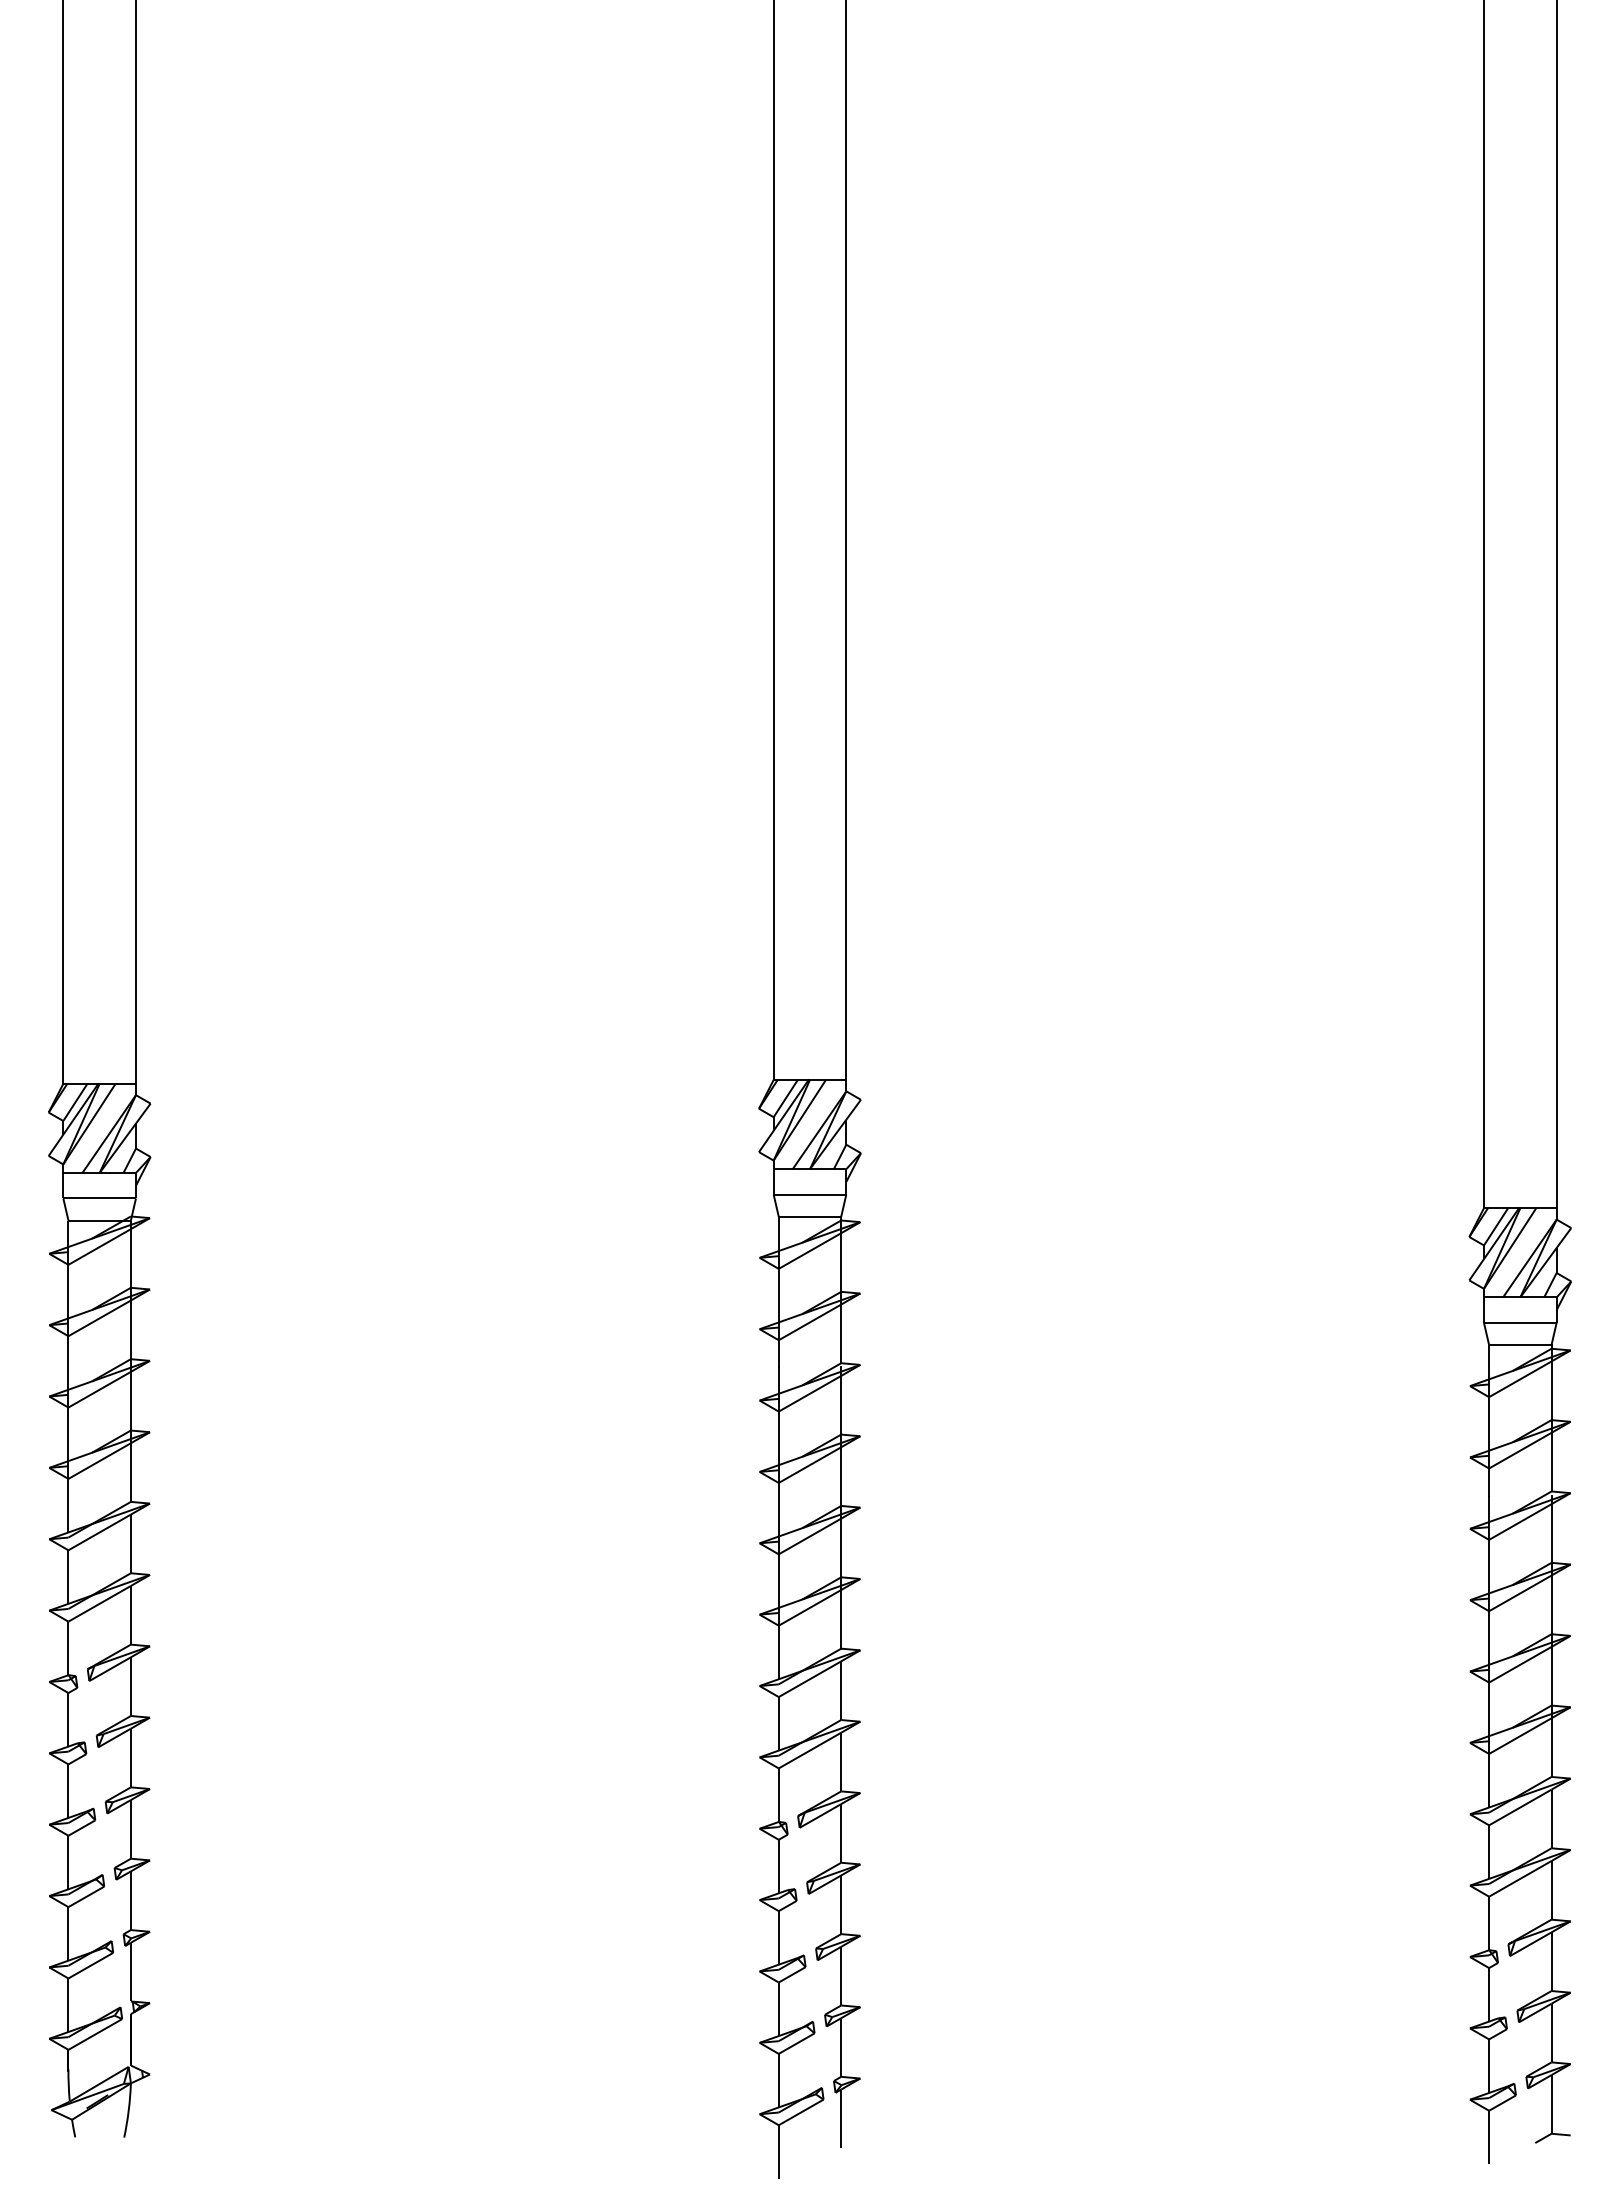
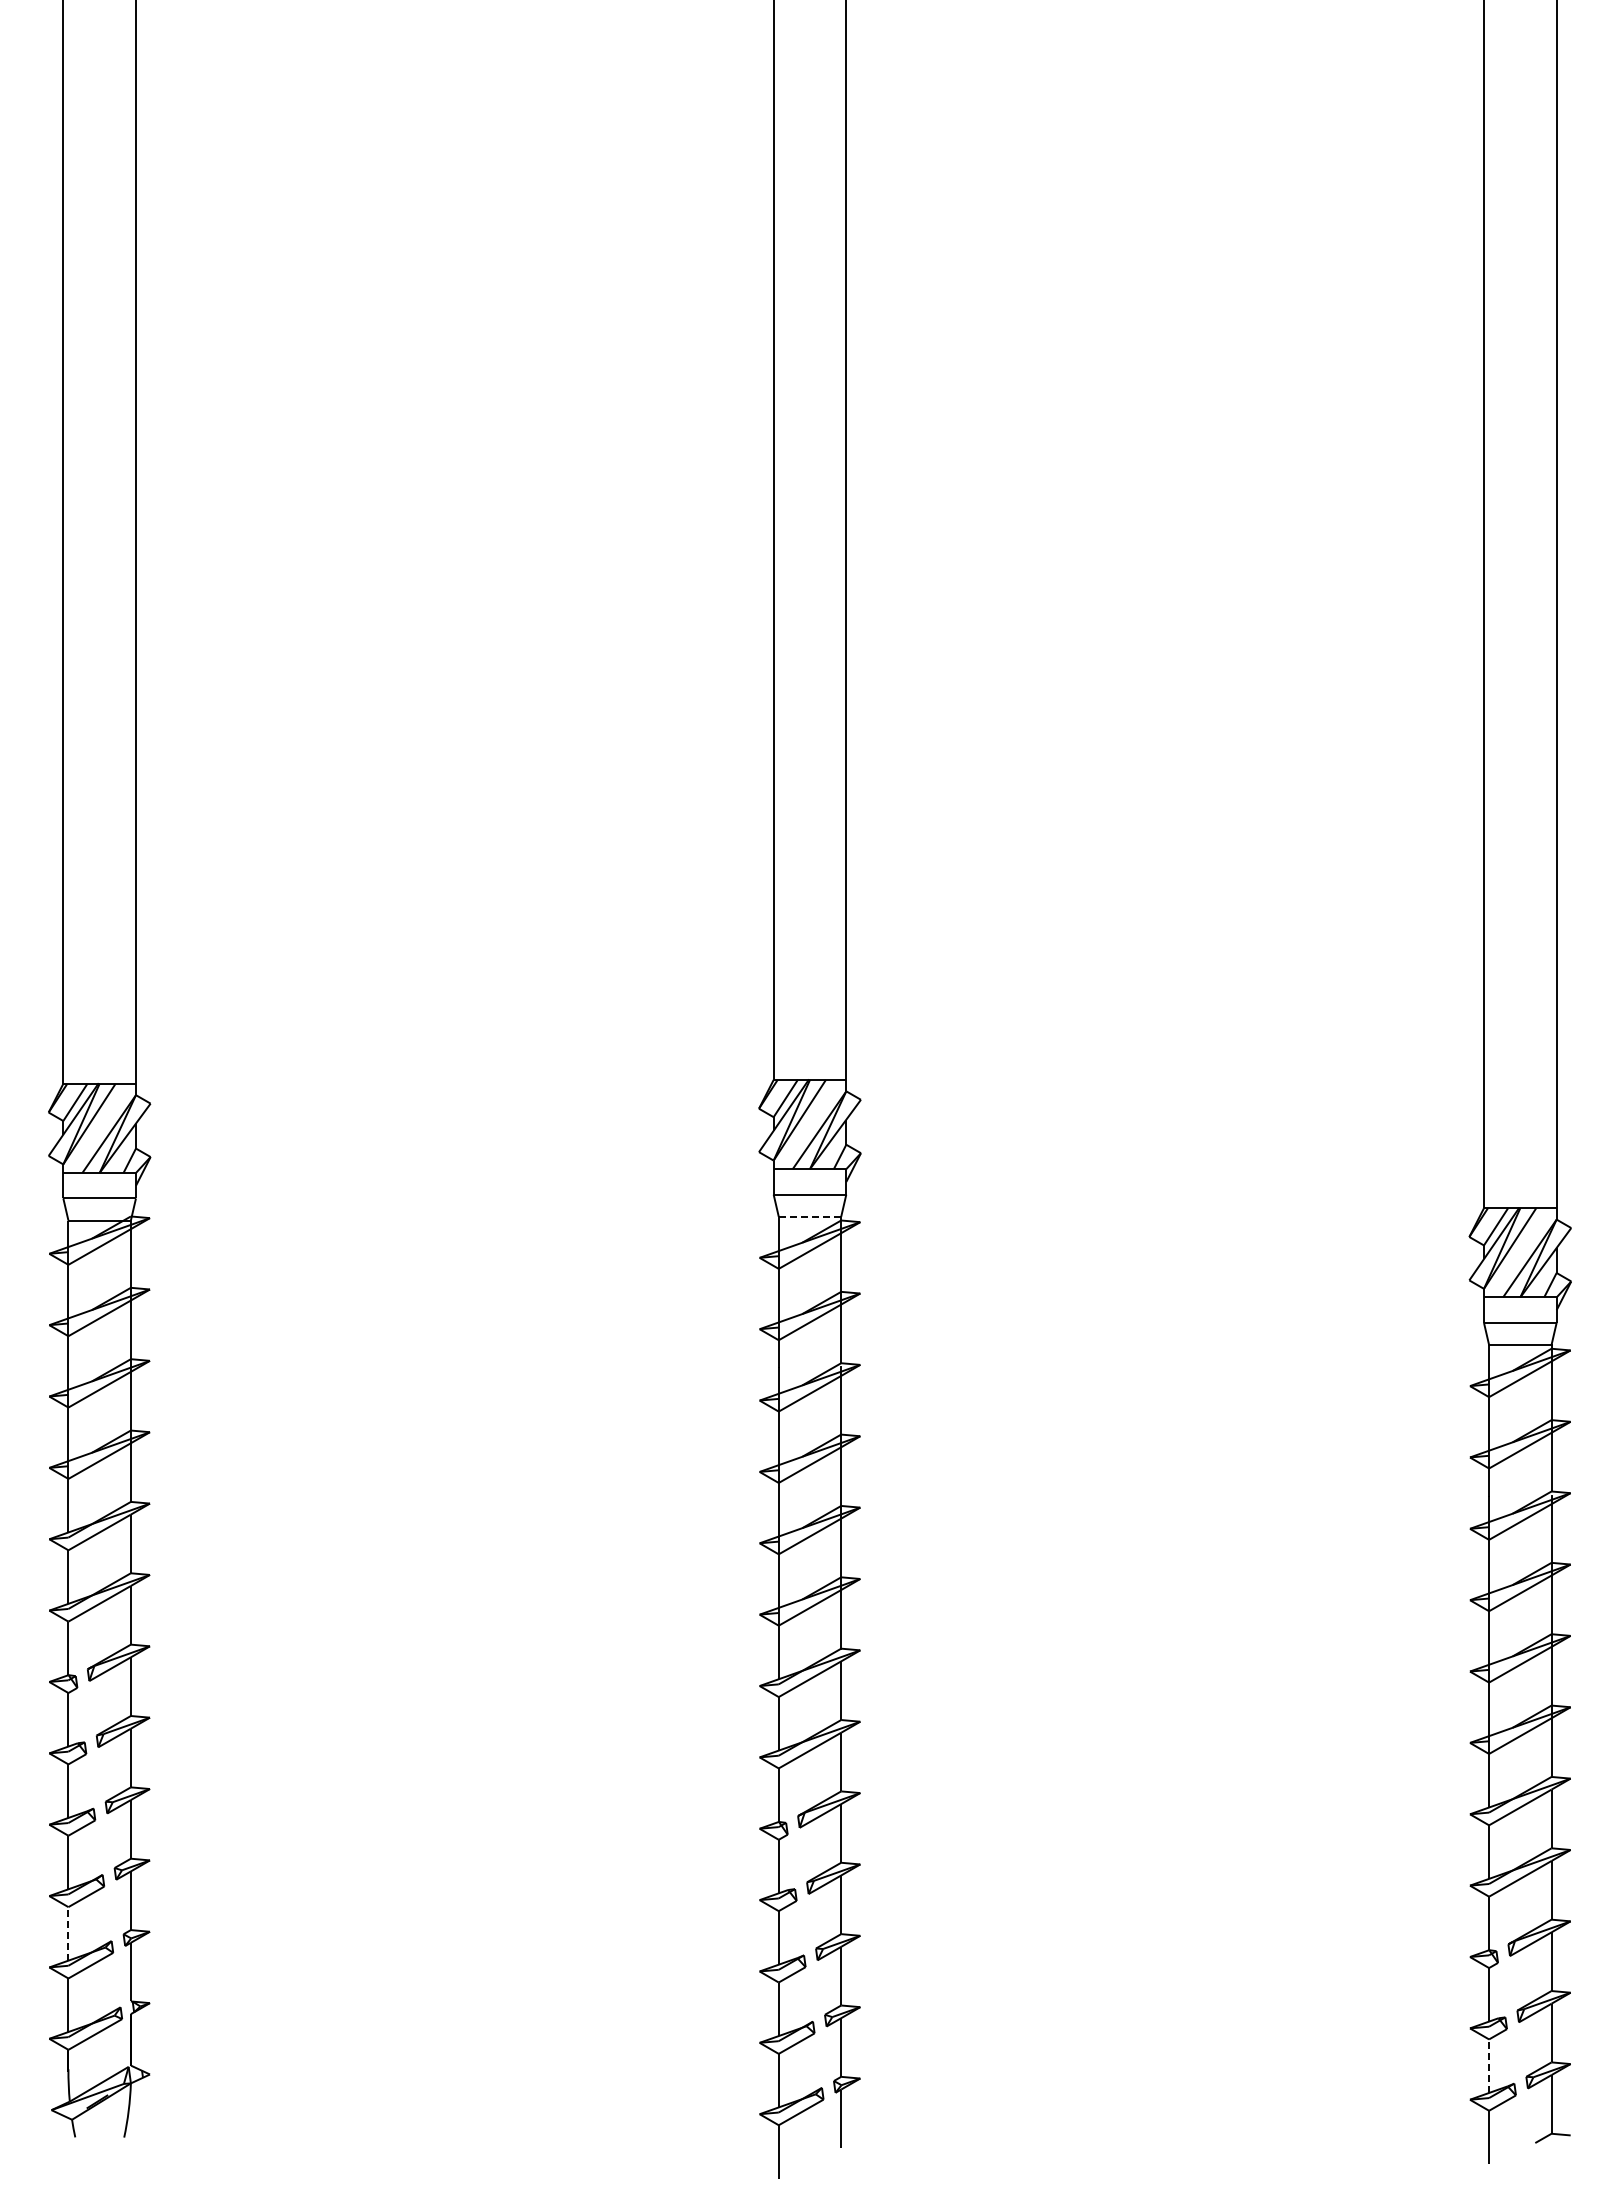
line at (810, 1216): solid -> dashed
line at (68, 1933): solid -> dashed
line at (1489, 2066): solid -> dashed
